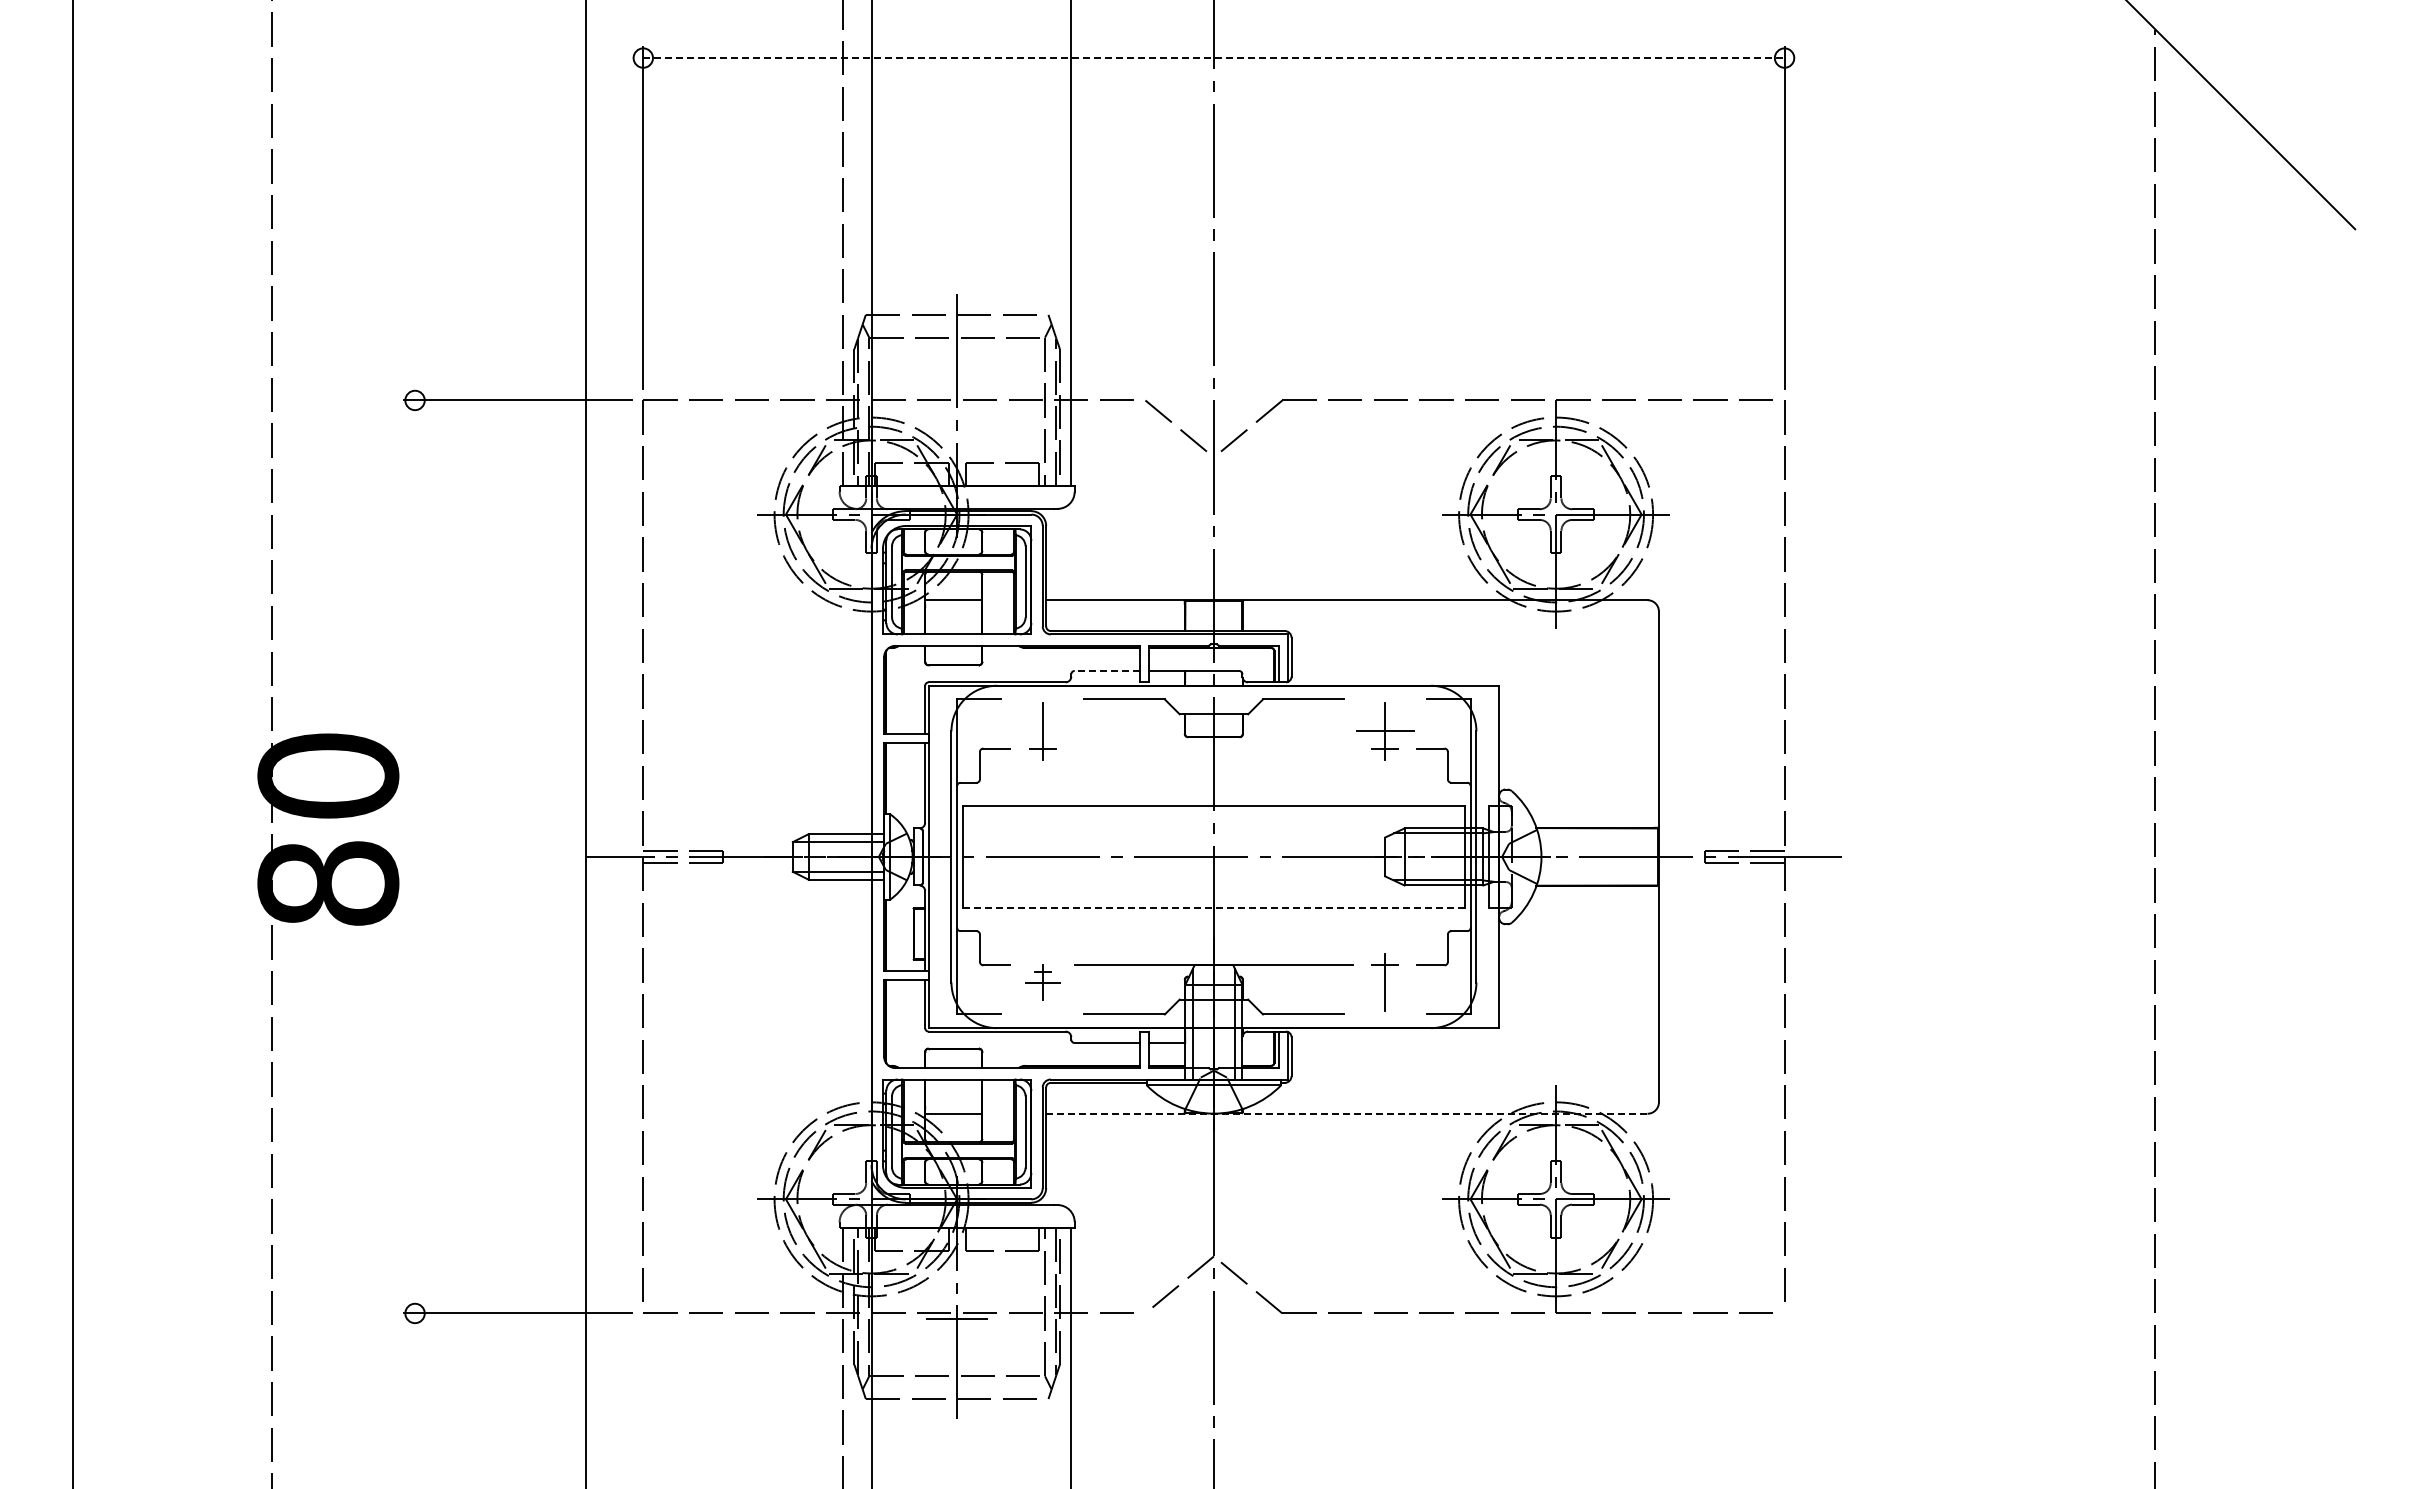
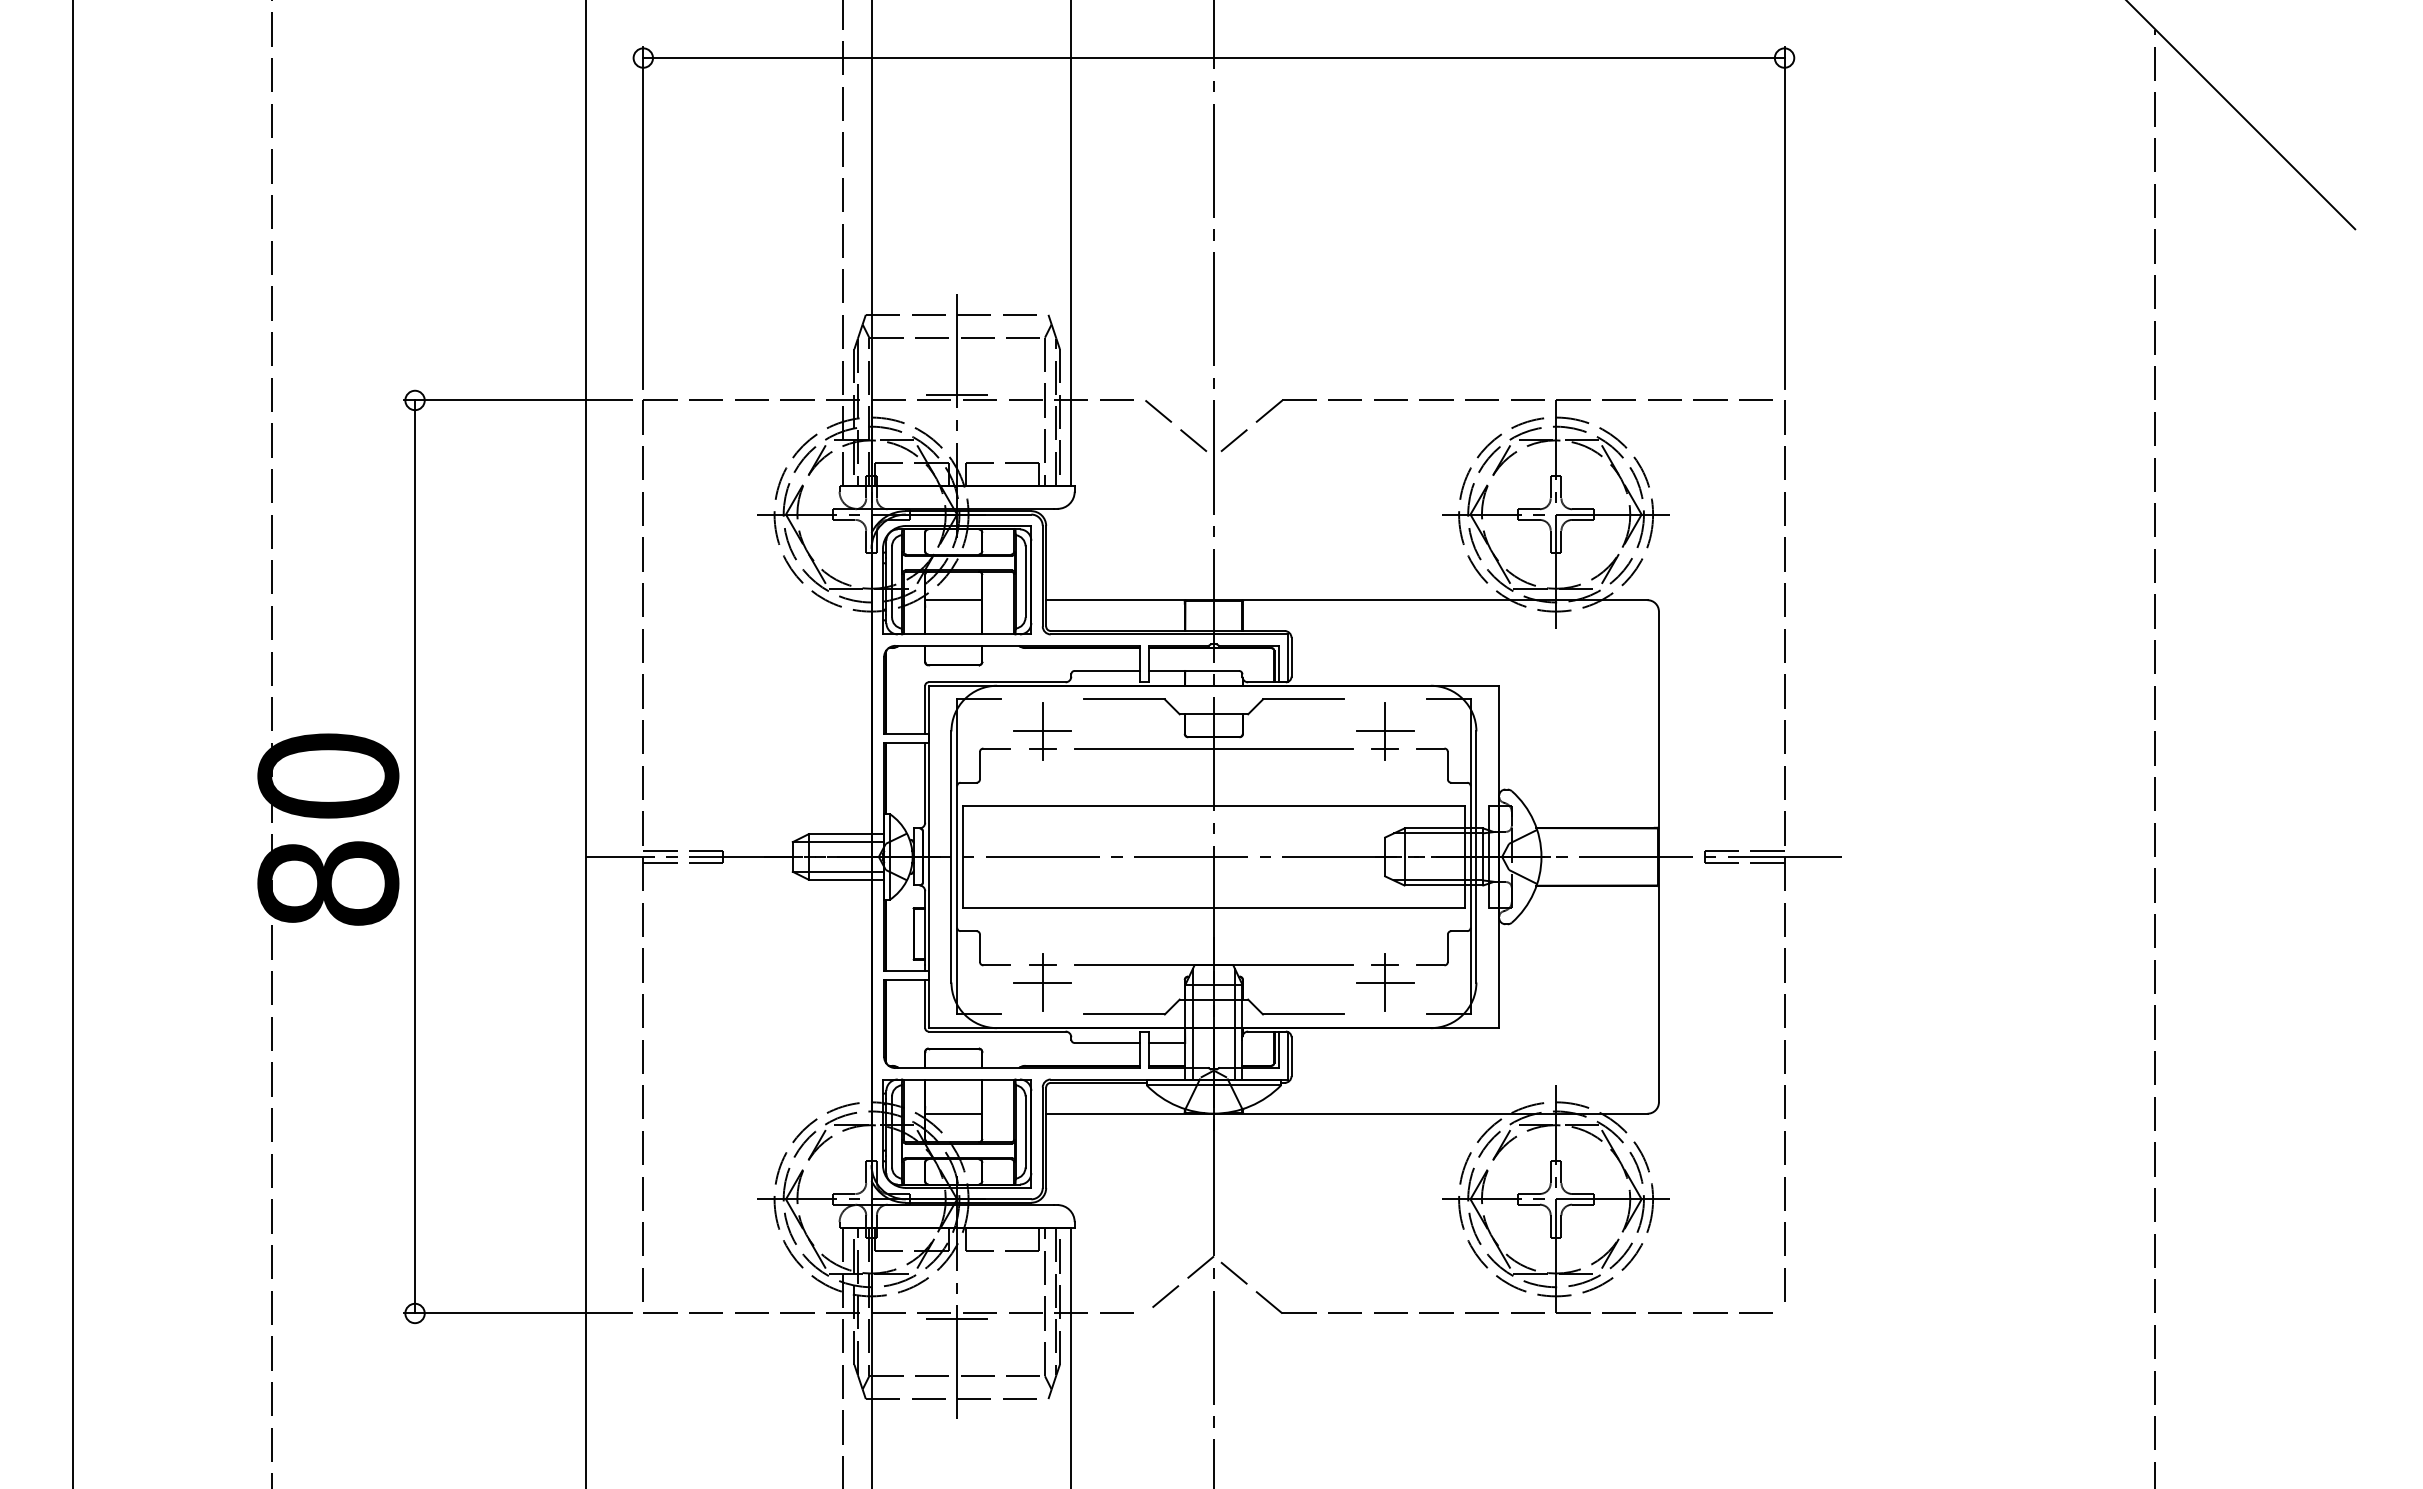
line at (1213, 58): dashed -> solid
line at (956, 394): none -> present
line at (1107, 670): dashed -> solid
line at (1042, 731): none -> present
line at (1213, 748): none -> present
line at (415, 856): none -> present
line at (1214, 908): dashed -> solid
part at (1042, 982) size: 36x37 px -> 59x59 px
line at (1384, 982): none -> present
line at (1346, 1113): dashed -> solid
